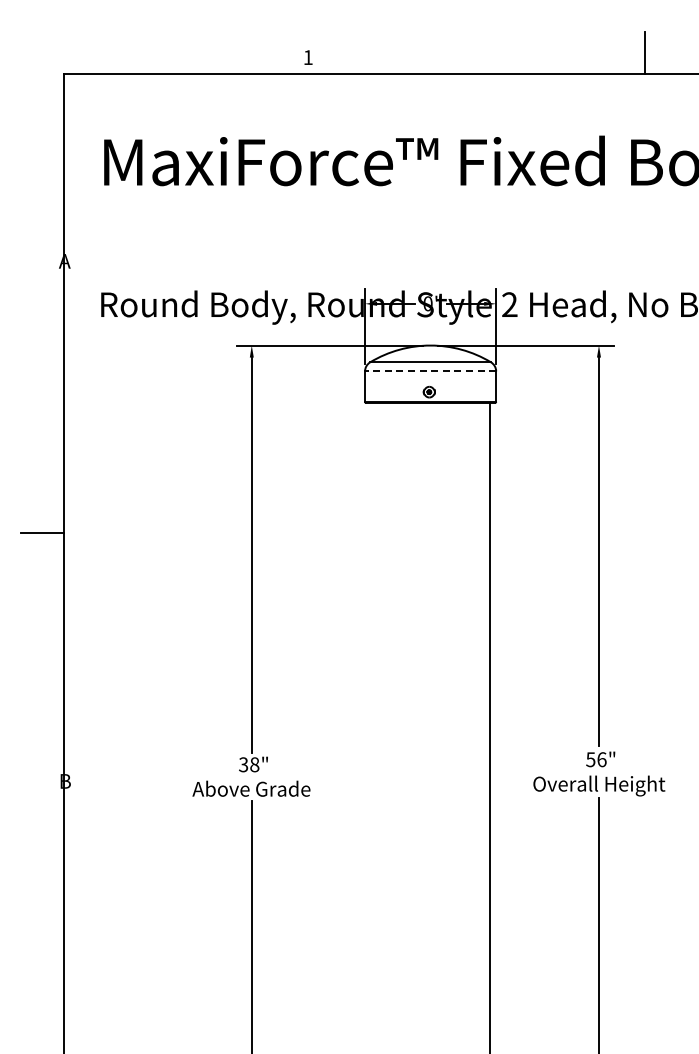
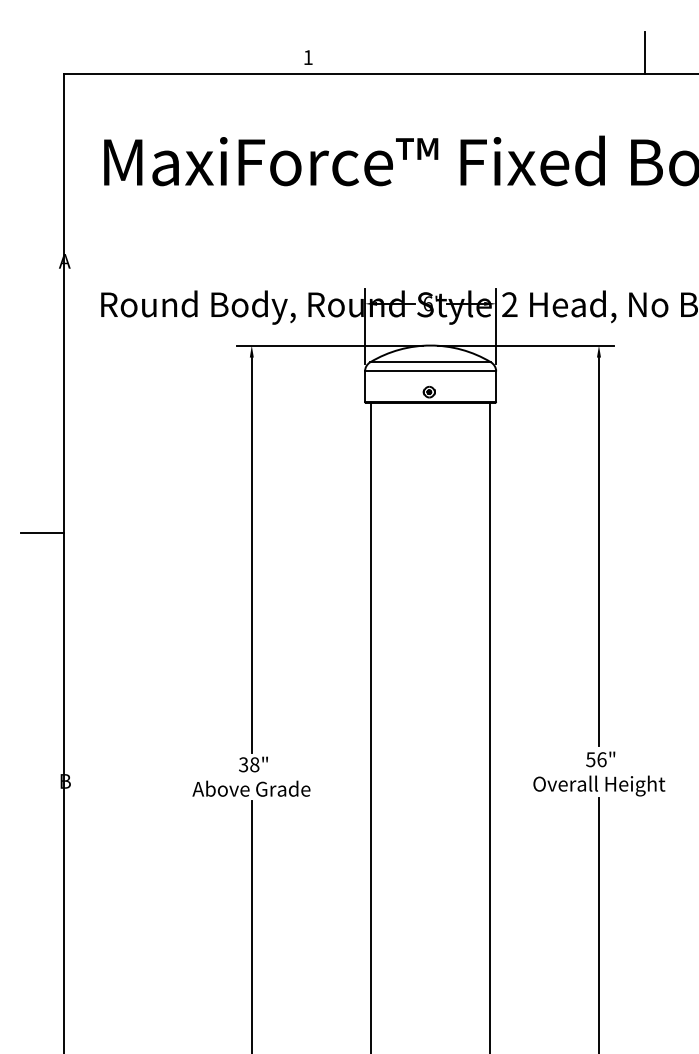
text at (427, 303): 0" -> 6"
line at (430, 371): dashed -> solid
line at (371, 726): none -> present
